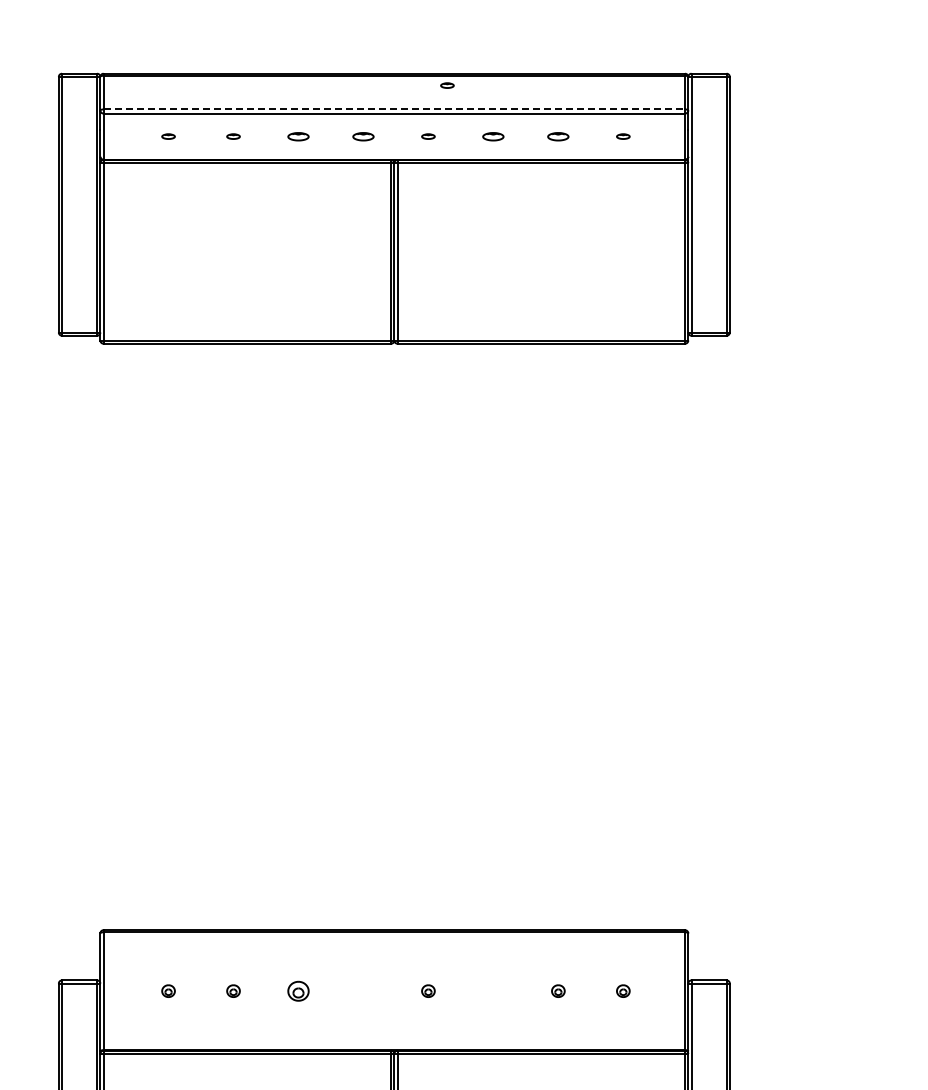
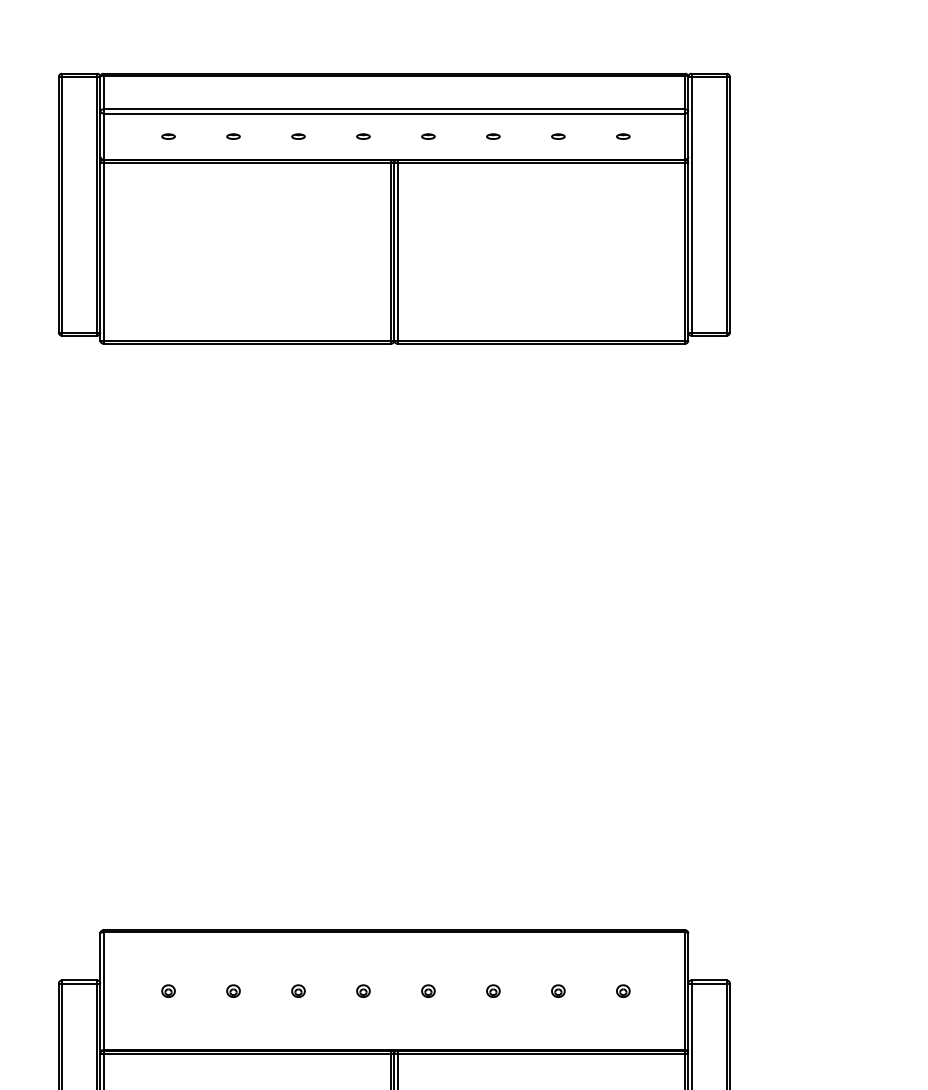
part at (447, 85): present -> none
line at (394, 109): dashed -> solid
part at (298, 136) size: 23x10 px -> 15x7 px
part at (363, 136) size: 23x10 px -> 15x7 px
part at (493, 136) size: 23x10 px -> 15x7 px
part at (558, 136) size: 23x10 px -> 15x7 px
part at (298, 990) size: 23x22 px -> 15x14 px
part at (363, 990): none -> present
part at (493, 990): none -> present
